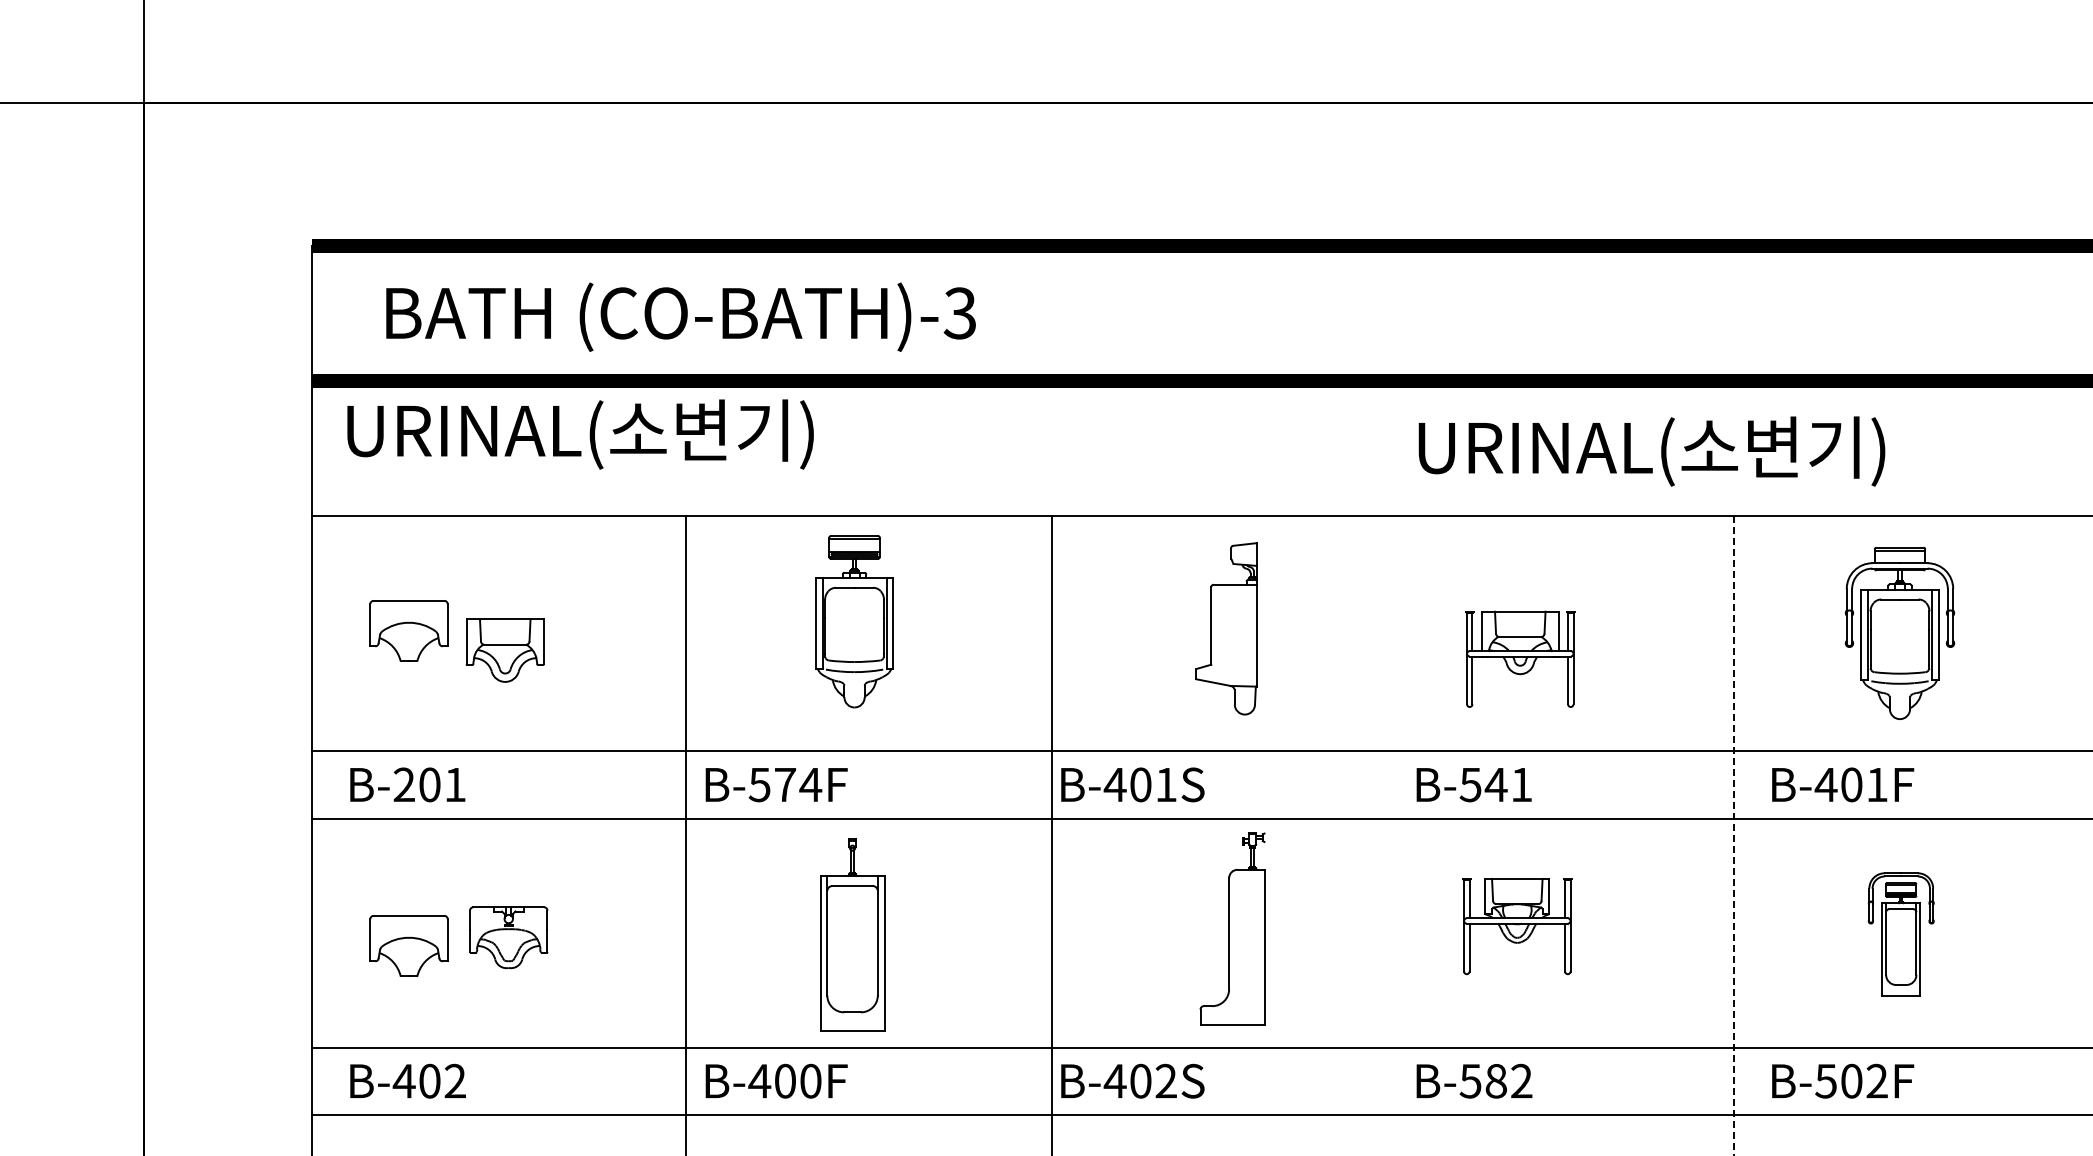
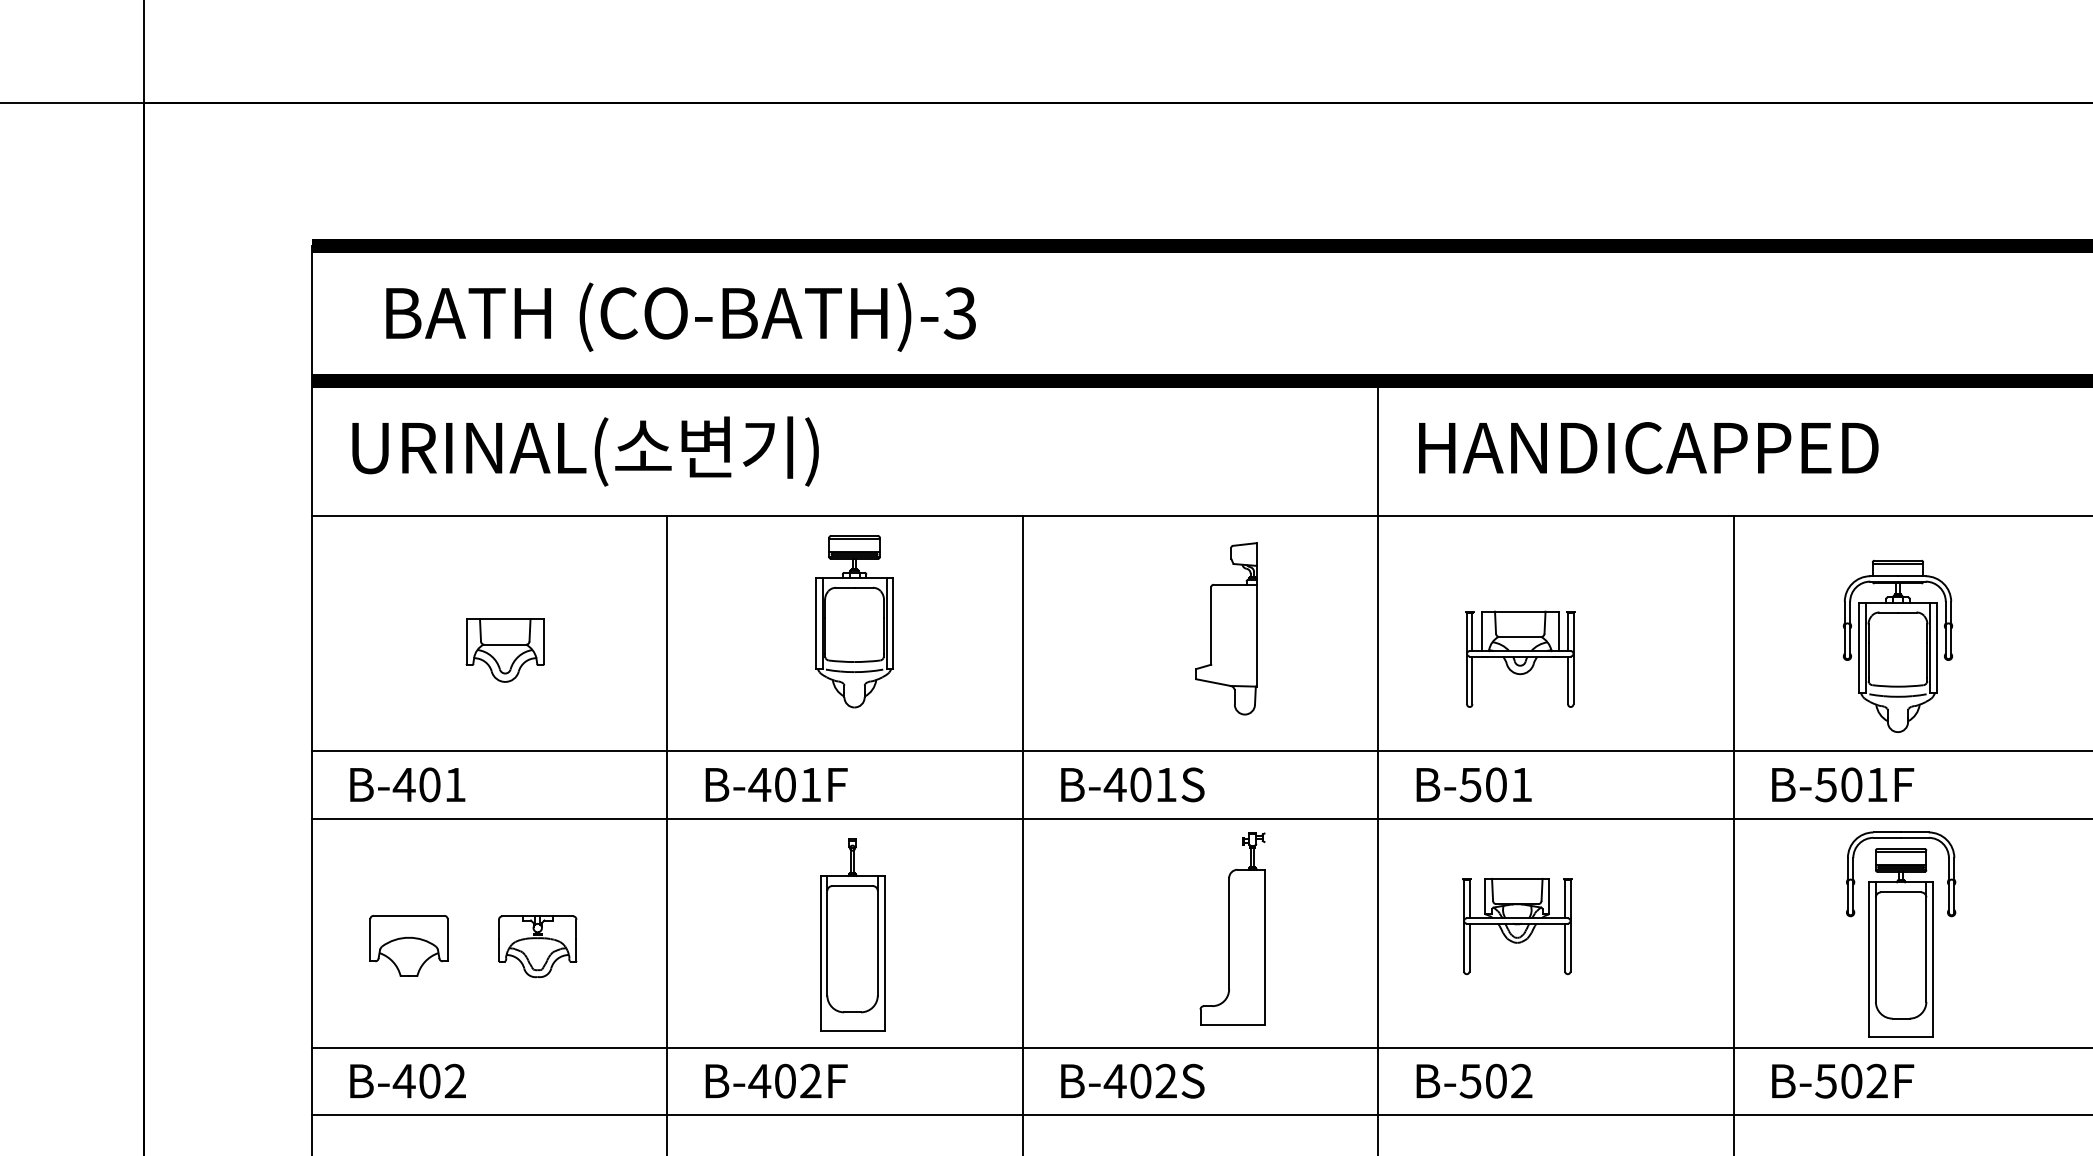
text at (580, 434) position: (580, 434) -> (585, 451)
text at (1651, 451): URINAL(소변기) -> HANDICAPPED
part at (408, 630): present -> none
part at (1899, 633) position: (1899, 633) -> (1897, 646)
line at (1378, 766): none -> present
text at (403, 784): B-201 -> B-401
text at (785, 784): B-574F -> B-401F
text at (1495, 784): B-541 -> B-501
text at (1825, 785): B-401F -> B-501F
line at (686, 833) position: (686, 833) -> (667, 833)
line at (1051, 833) position: (1051, 833) -> (1022, 833)
line at (1733, 835): dashed -> solid
part at (1901, 934) size: 67x125 px -> 111x207 px
part at (508, 937) position: (508, 937) -> (537, 946)
text at (810, 1080): B-400F -> B-402F
text at (1495, 1080): B-582 -> B-502
